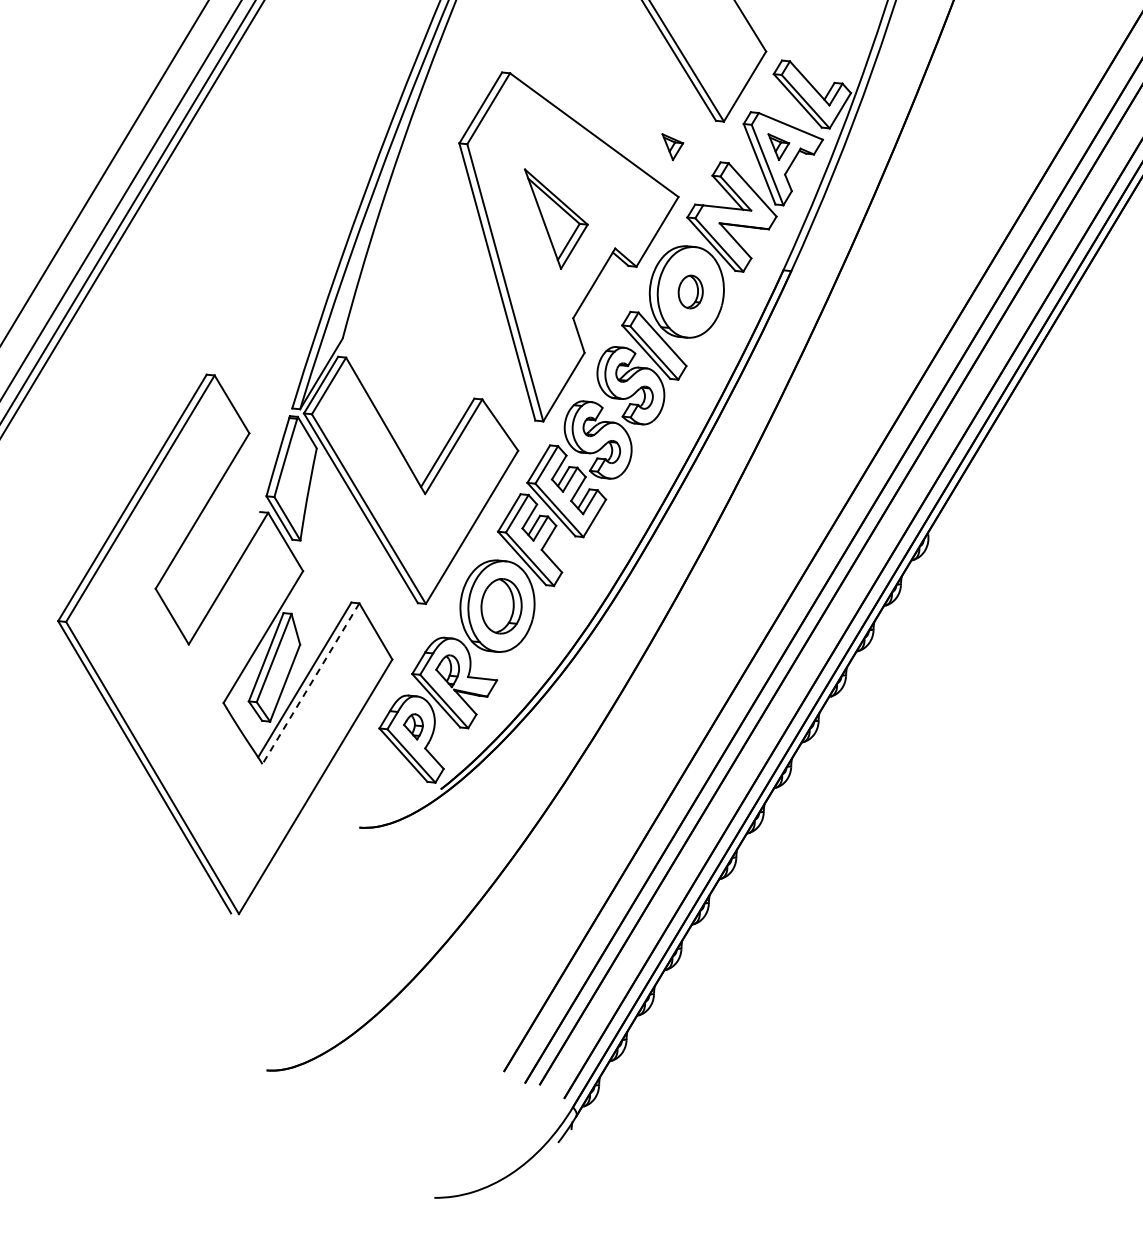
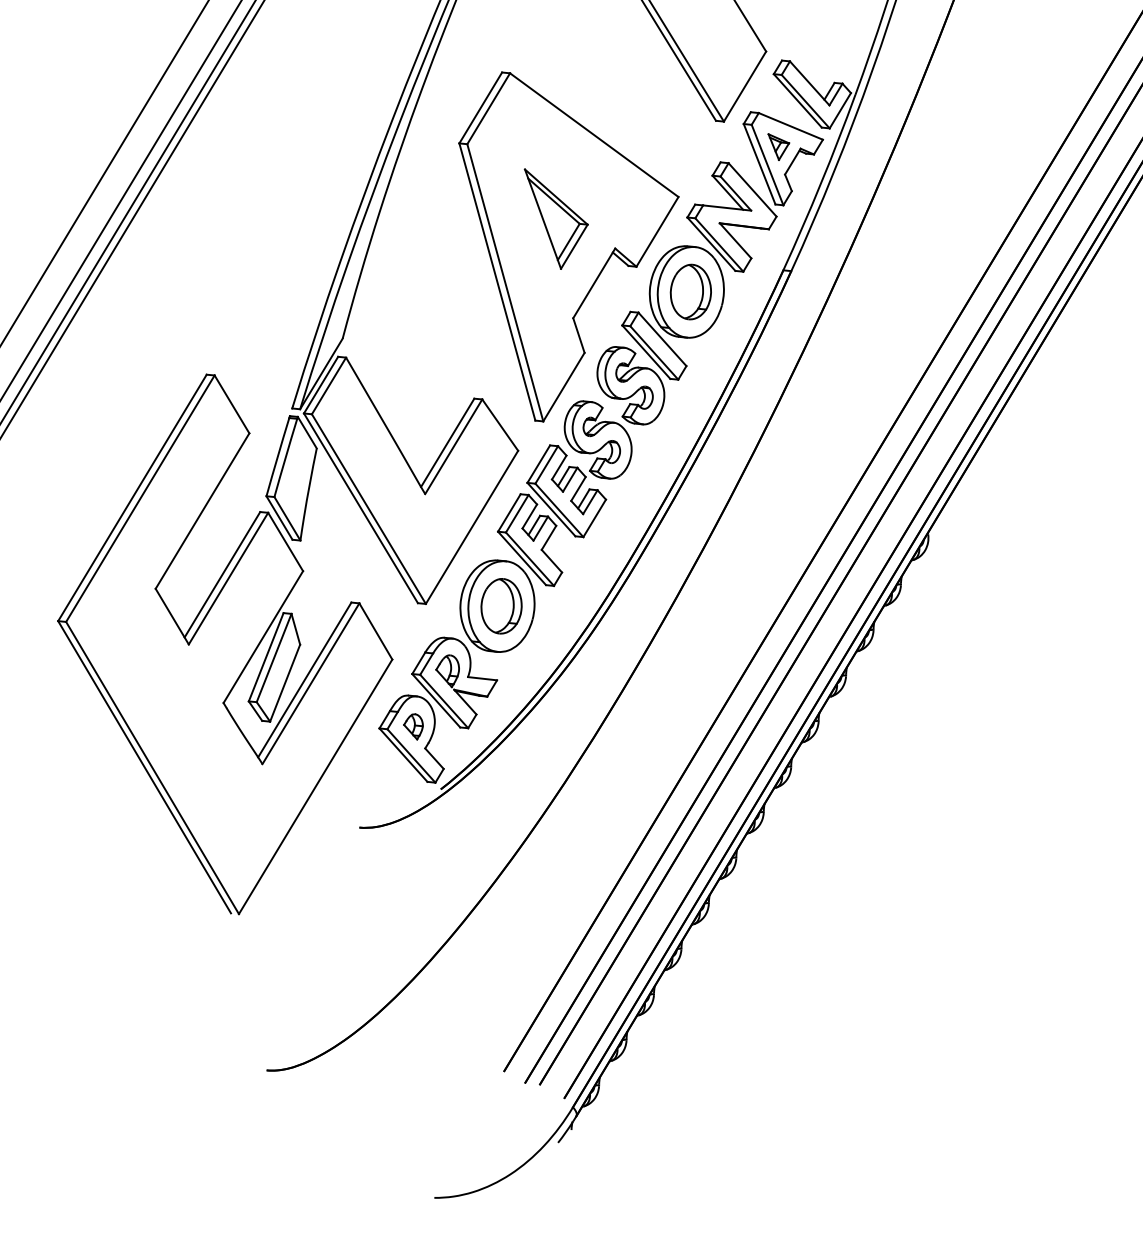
part at (672, 146): present -> none
part at (690, 291) size: 27x36 px -> 43x58 px
line at (222, 574): none -> present
line at (310, 683): dashed -> solid
